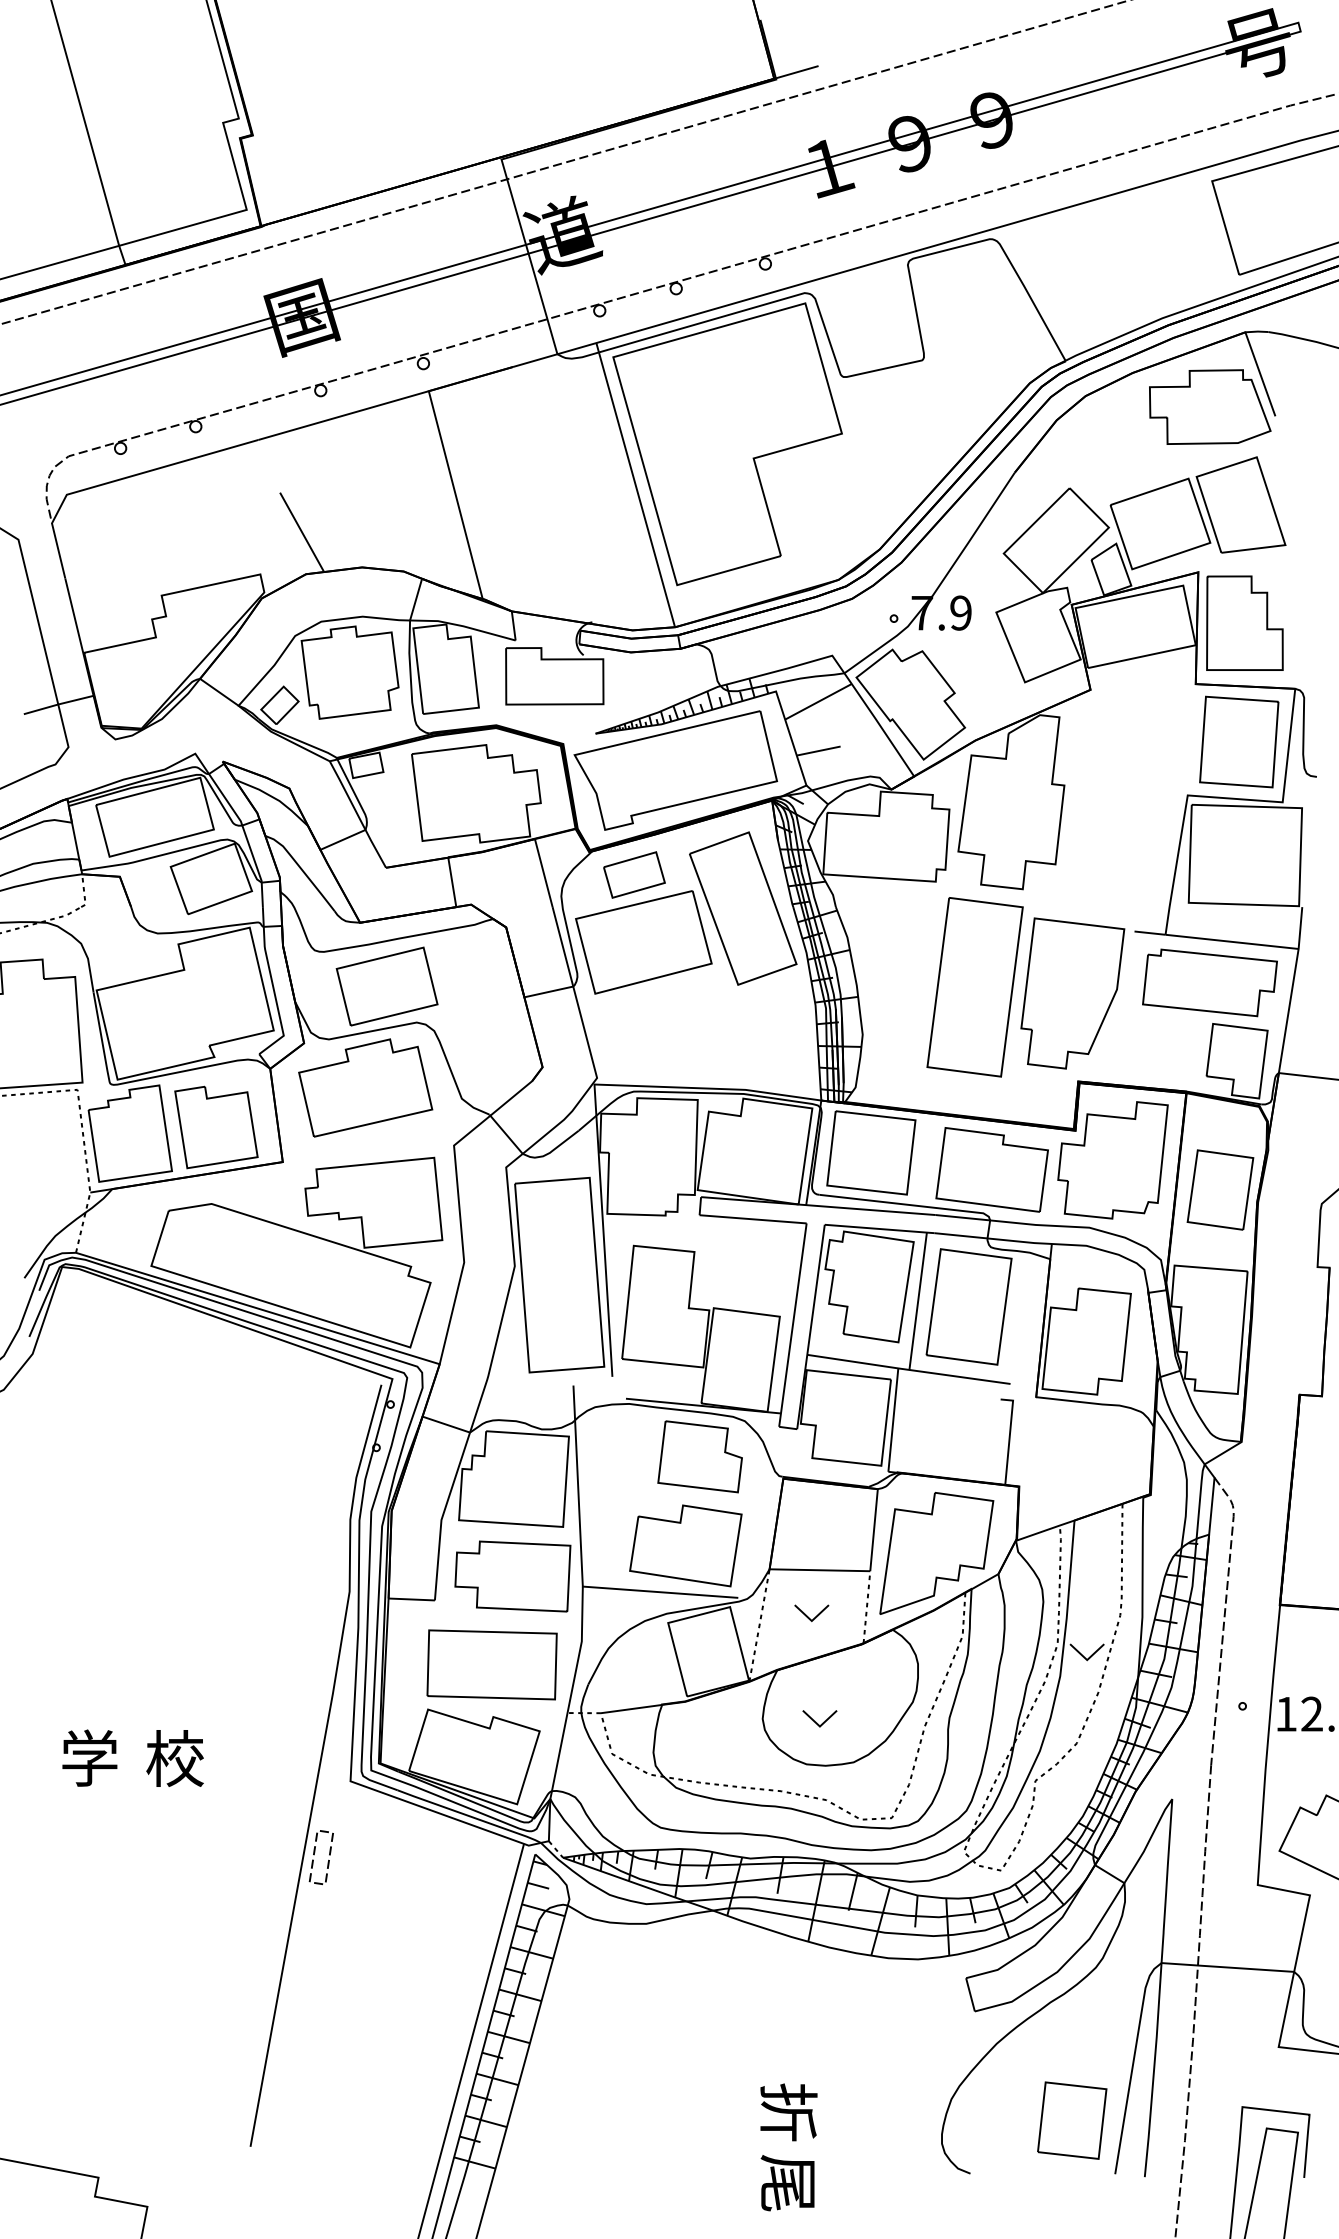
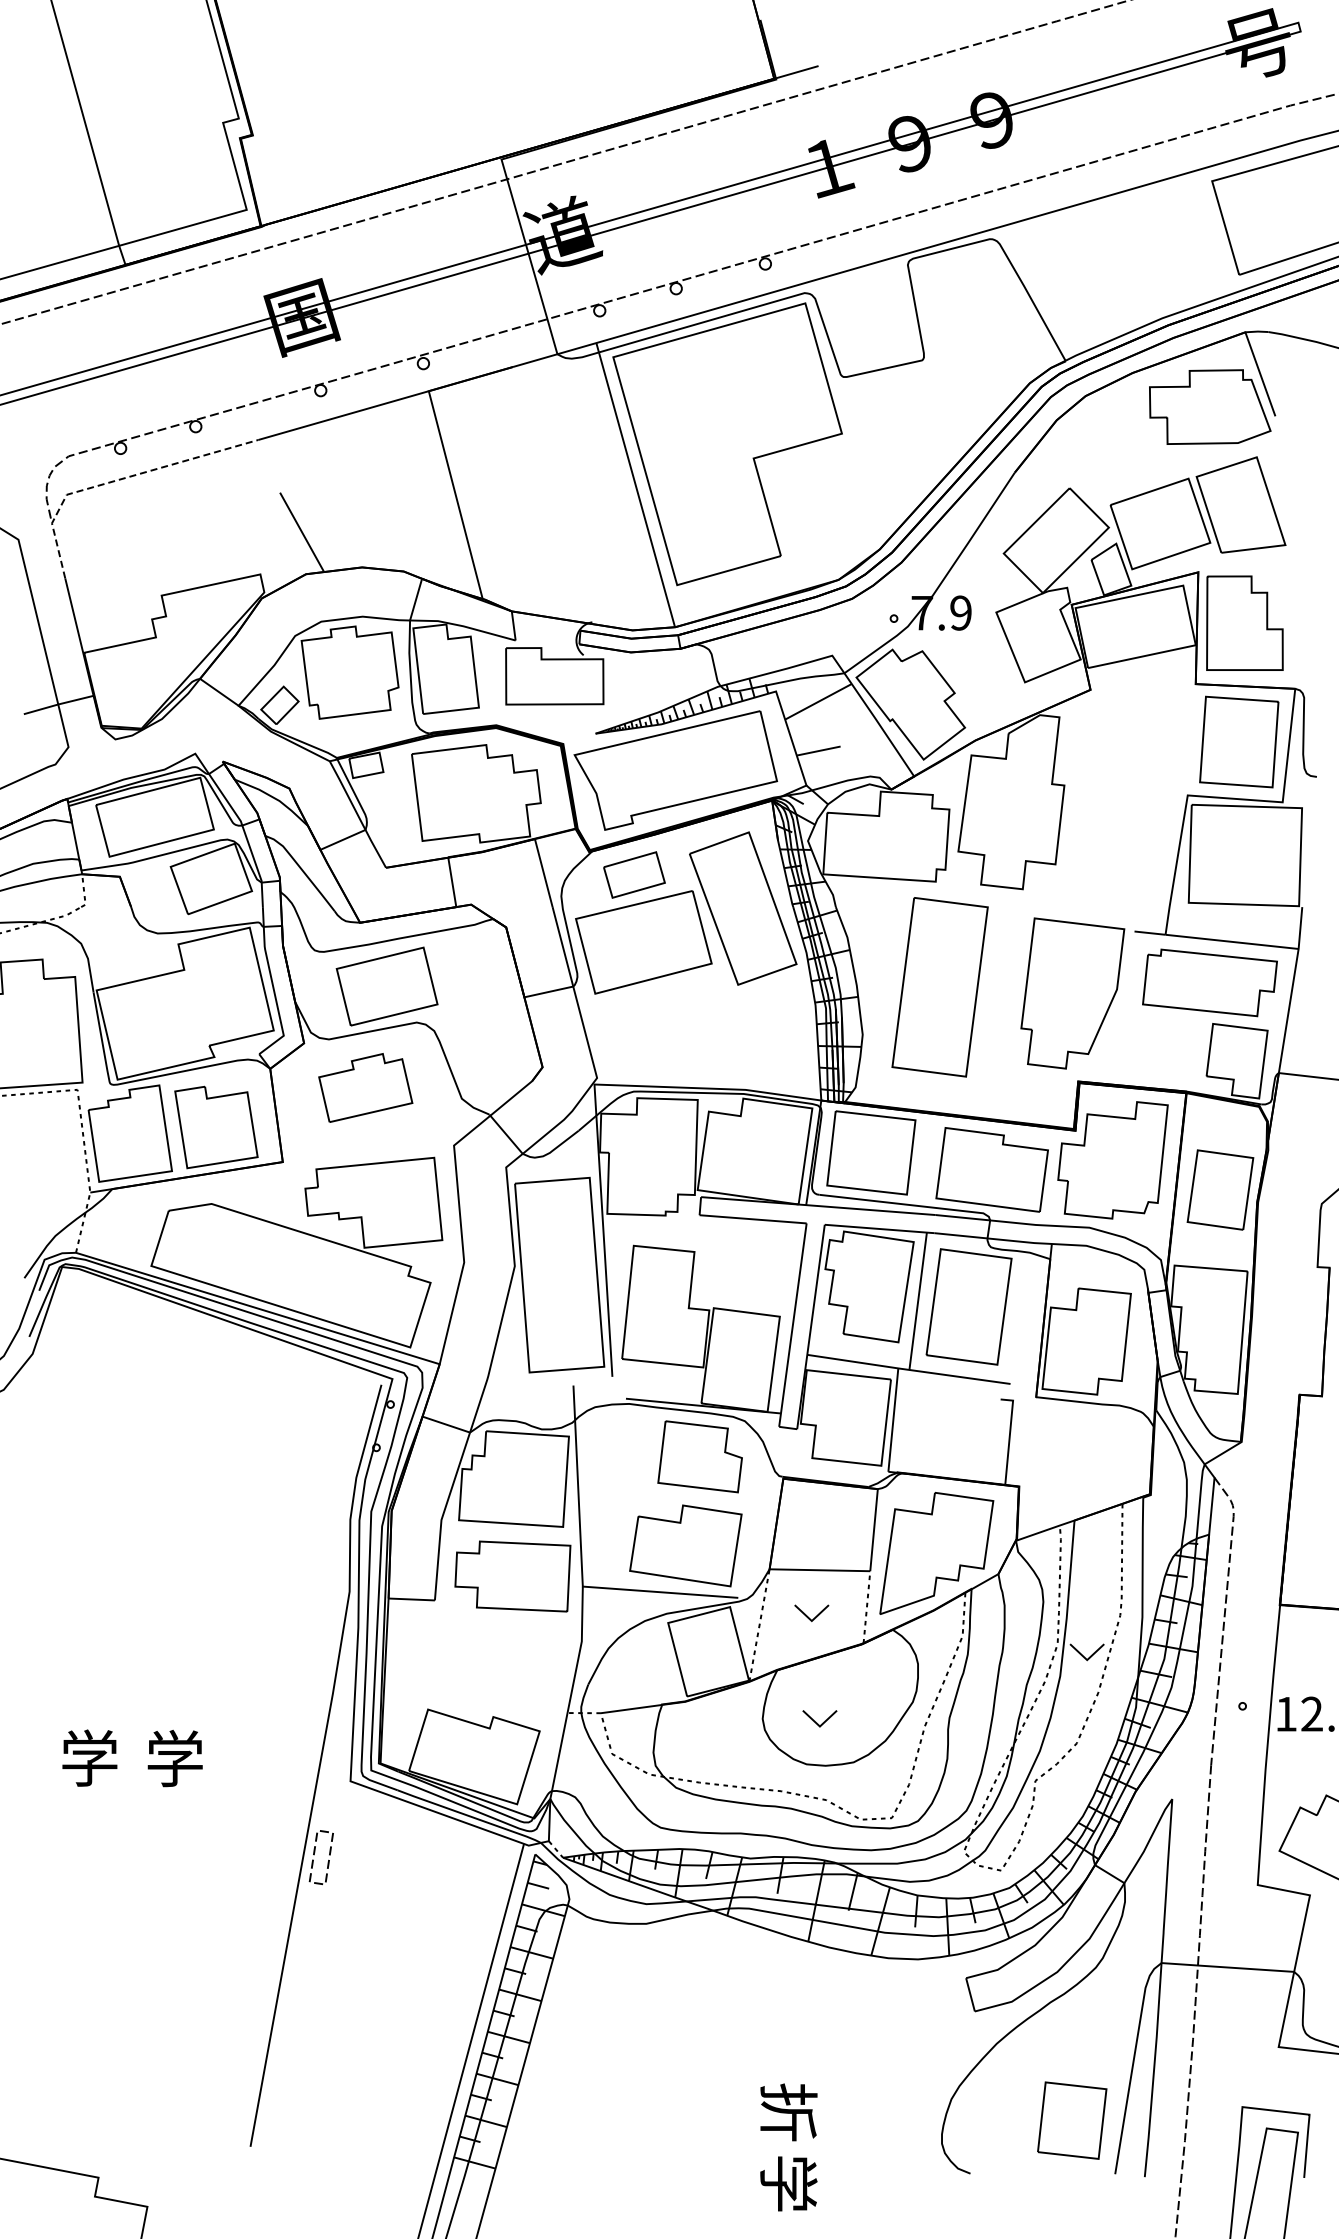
line at (118, 479): solid -> dashed
part at (974, 987) position: (974, 987) -> (939, 987)
part at (365, 1087) size: 136x100 px -> 96x70 px
part at (491, 1664): present -> none
text at (174, 1758): 校 -> 学
text at (788, 2183): 尾 -> 学
